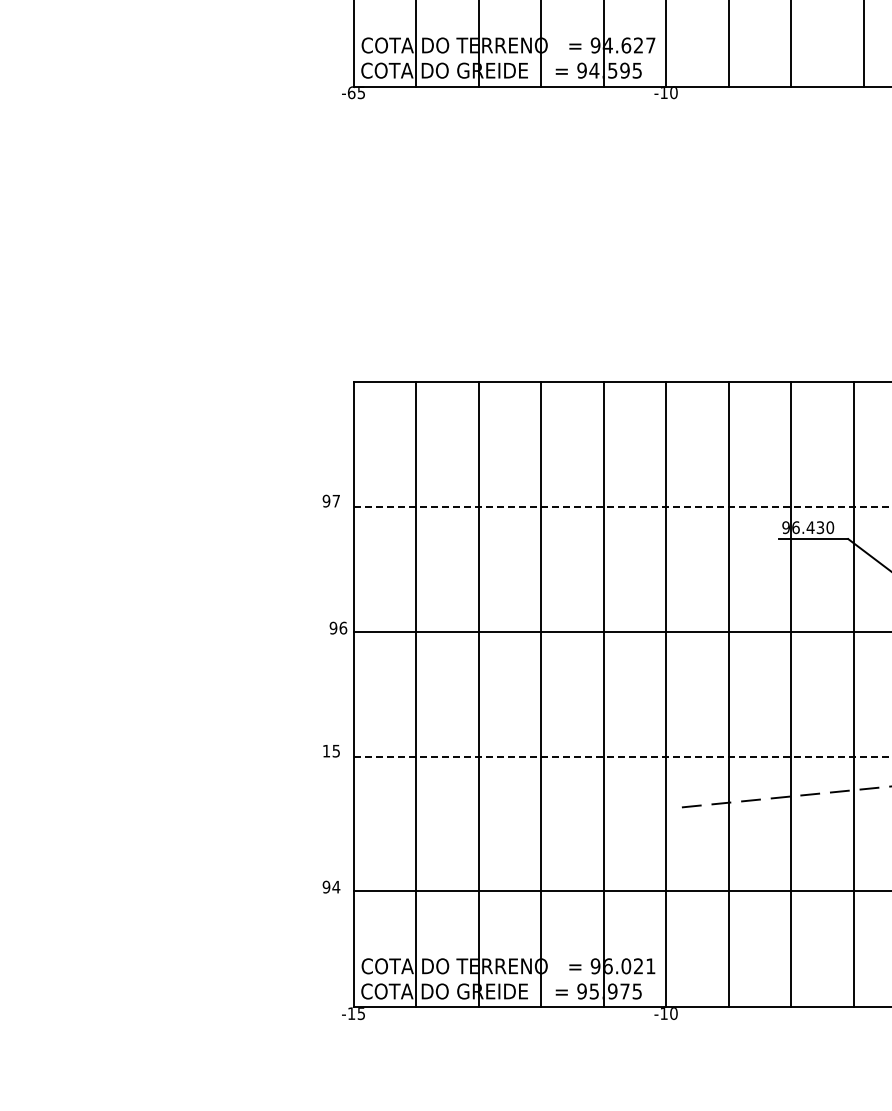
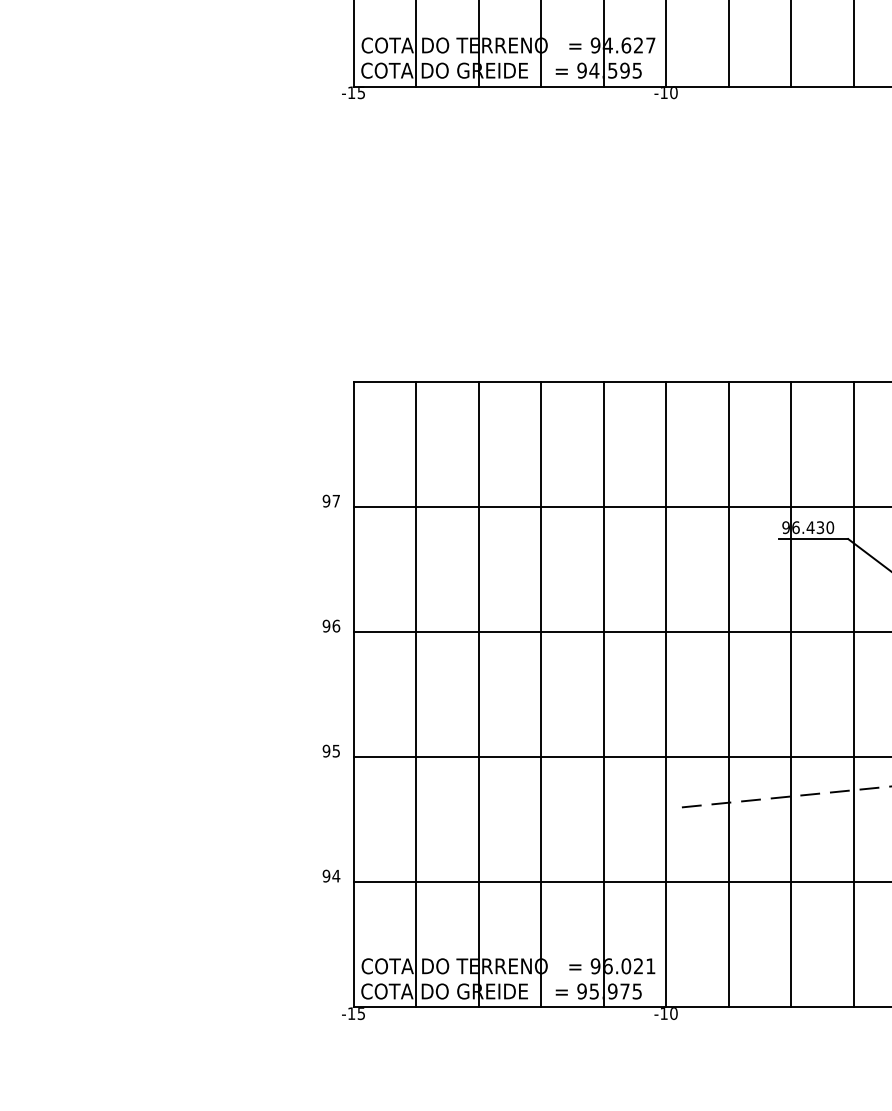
line at (863, 44) position: (863, 44) -> (853, 44)
text at (351, 92): -65 -> -15
line at (622, 507): dashed -> solid
text at (338, 627) position: (338, 627) -> (331, 625)
text at (326, 750): 15 -> 95
line at (622, 757): dashed -> solid
text at (331, 886) position: (331, 886) -> (331, 875)
line at (620, 891) position: (620, 891) -> (620, 882)
